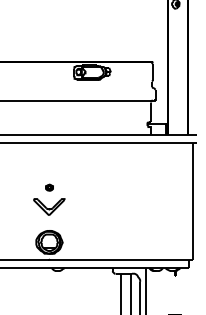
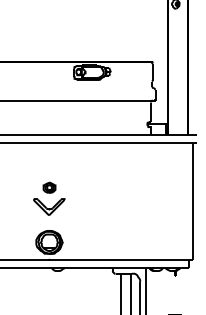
part at (49, 187) size: 9x9 px -> 15x13 px
